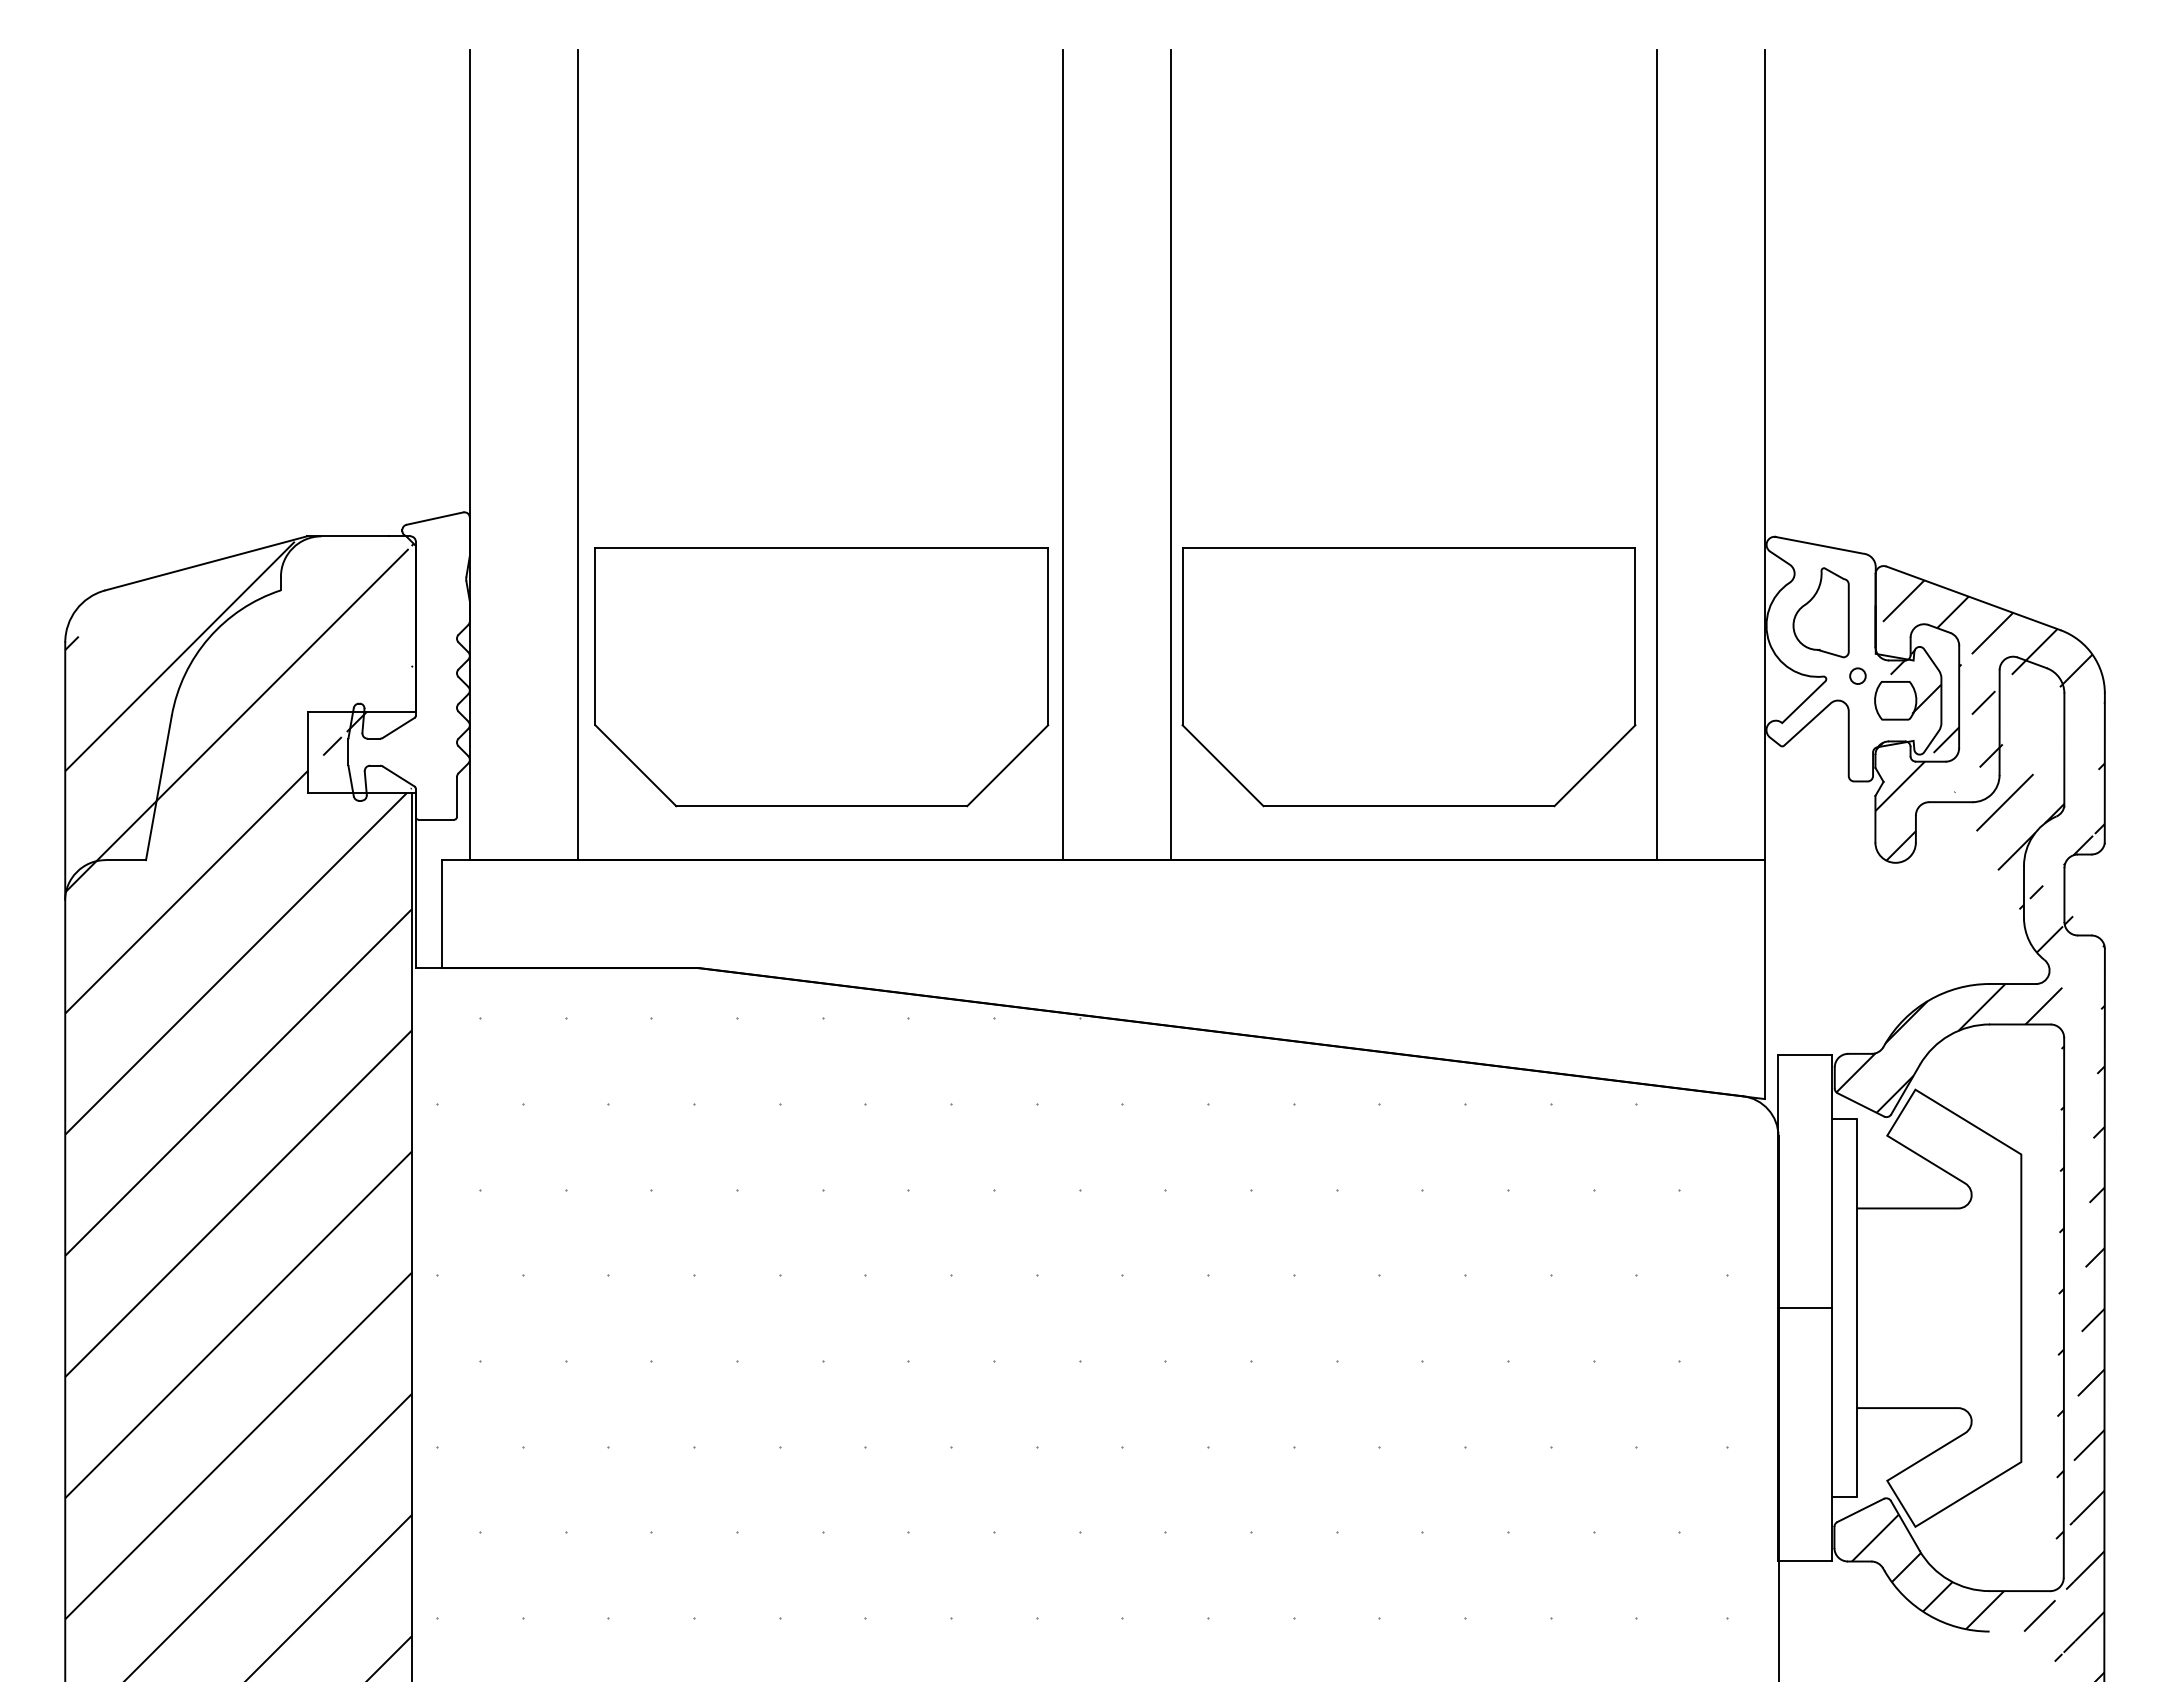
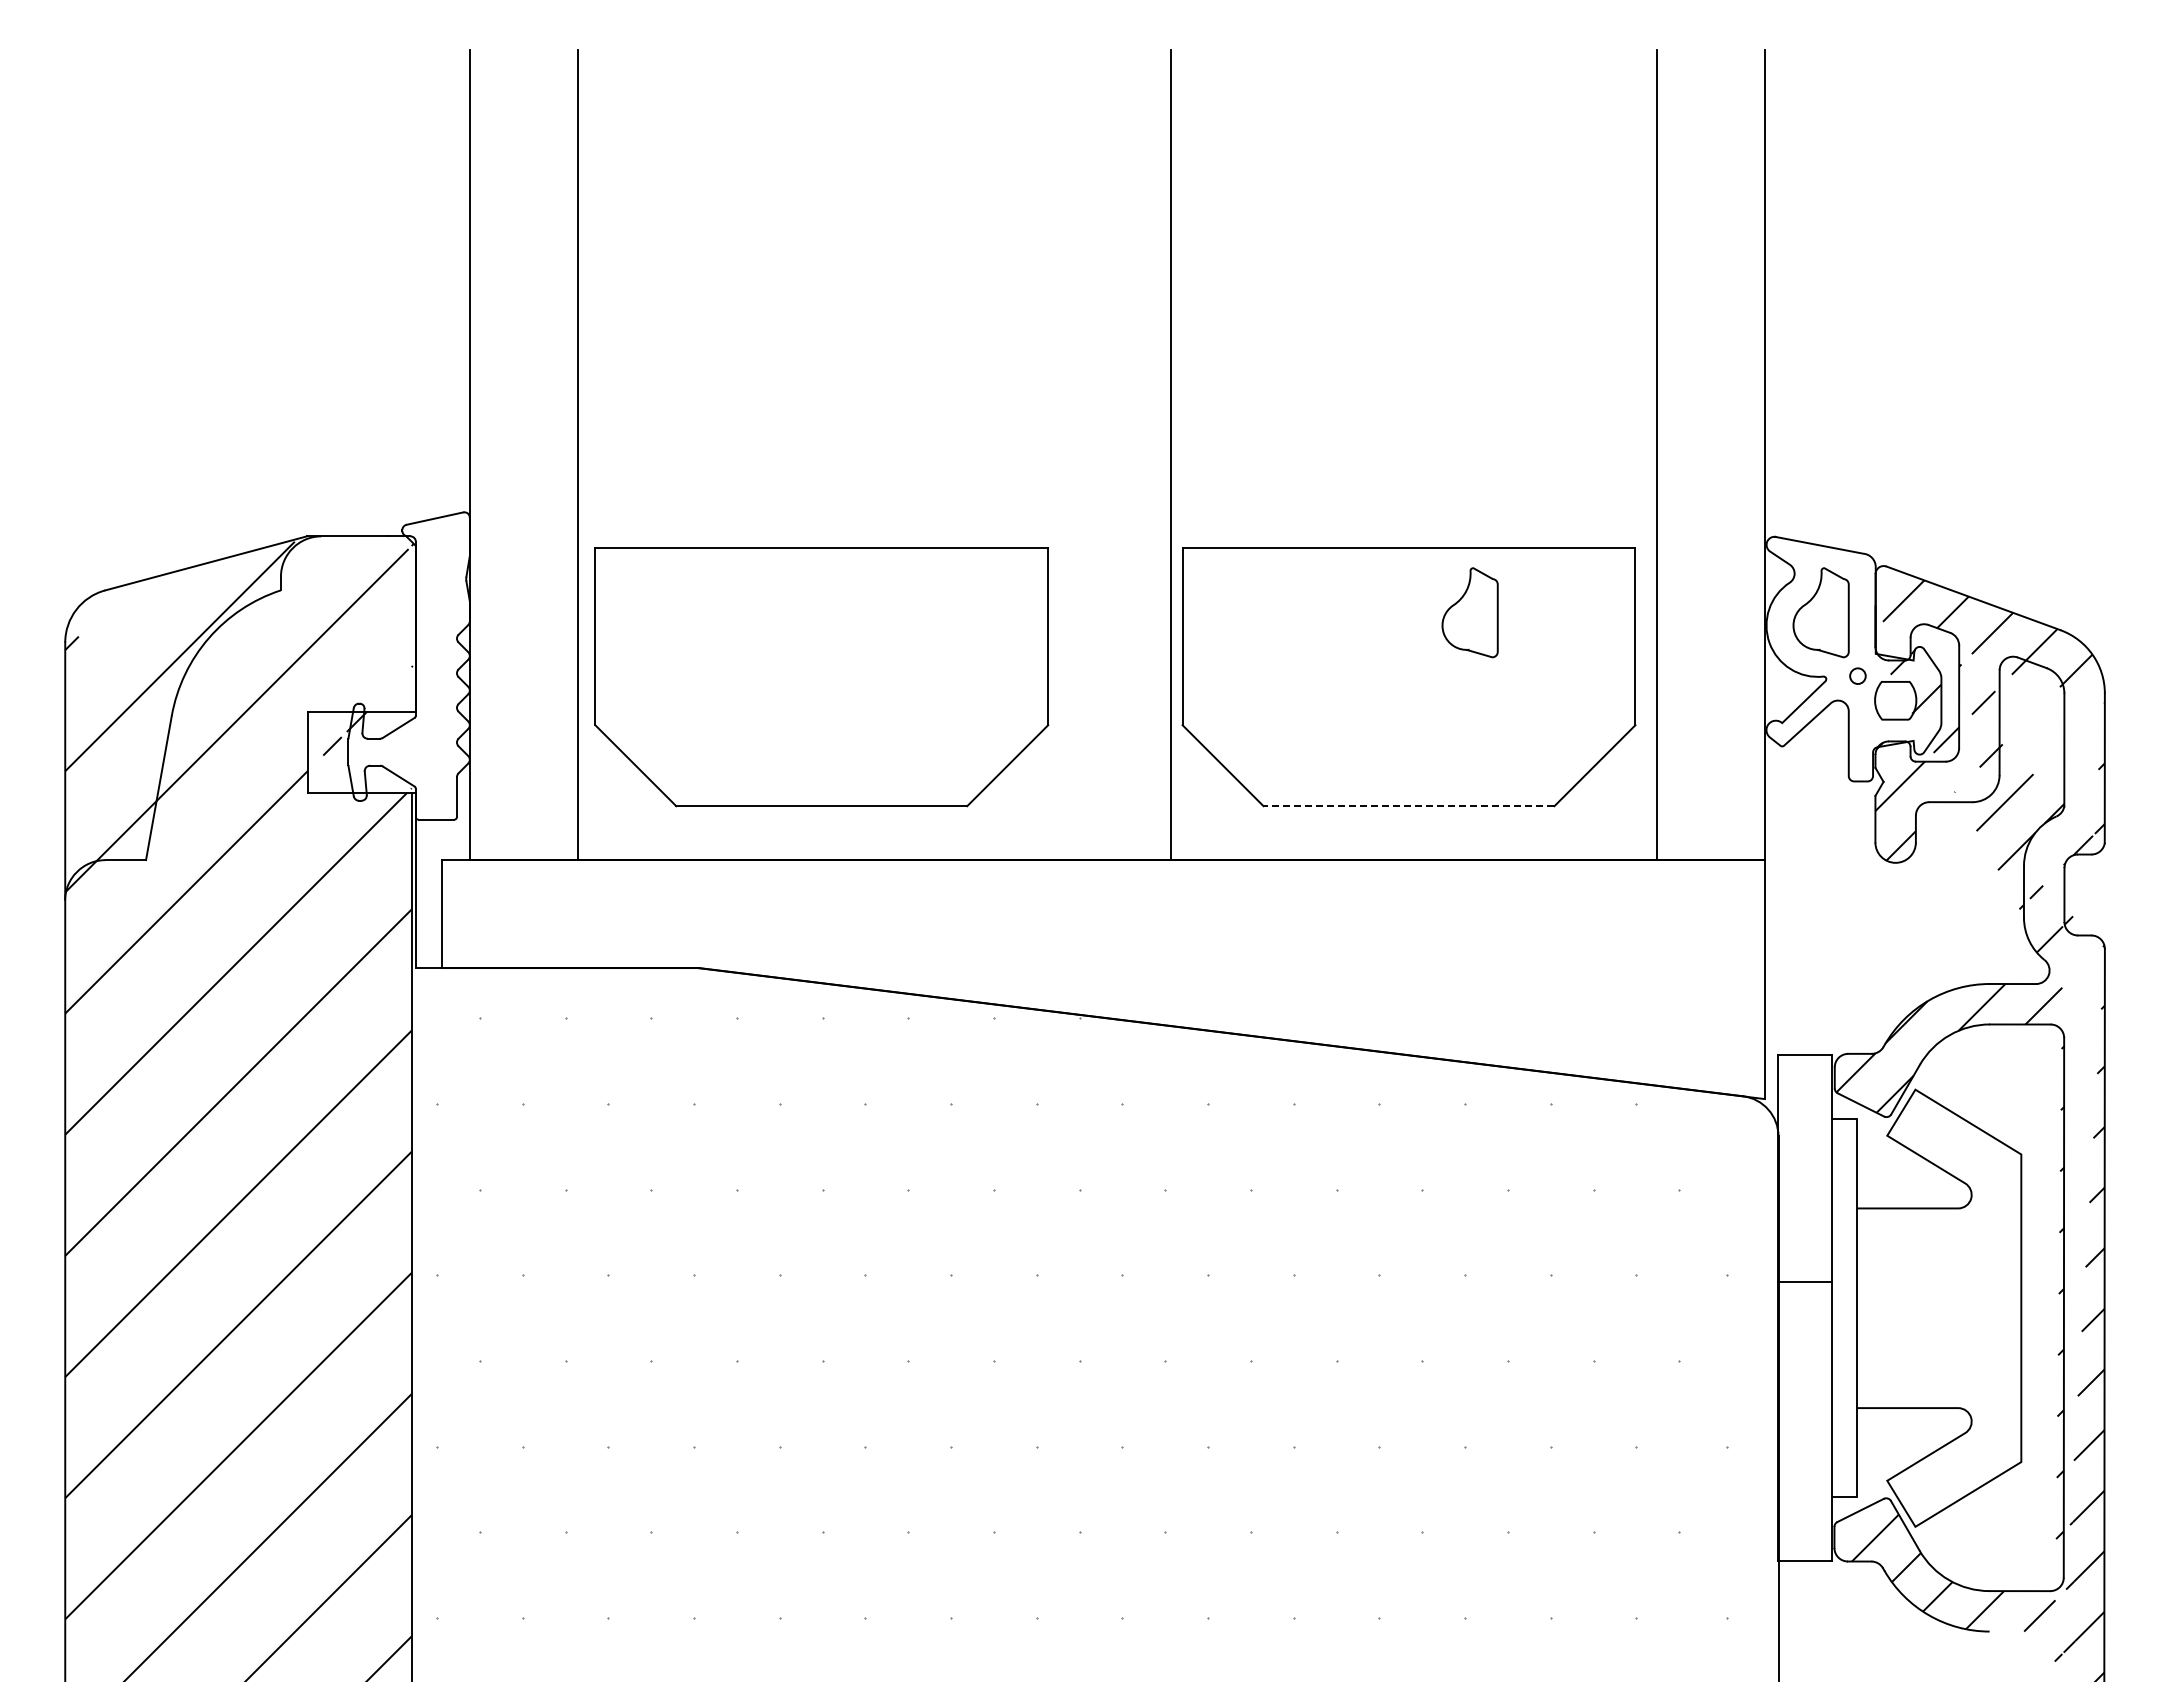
line at (1063, 455): present -> none
curve at (1459, 601): none -> present
line at (1408, 806): solid -> dashed
line at (1805, 1308) position: (1805, 1308) -> (1805, 1282)
